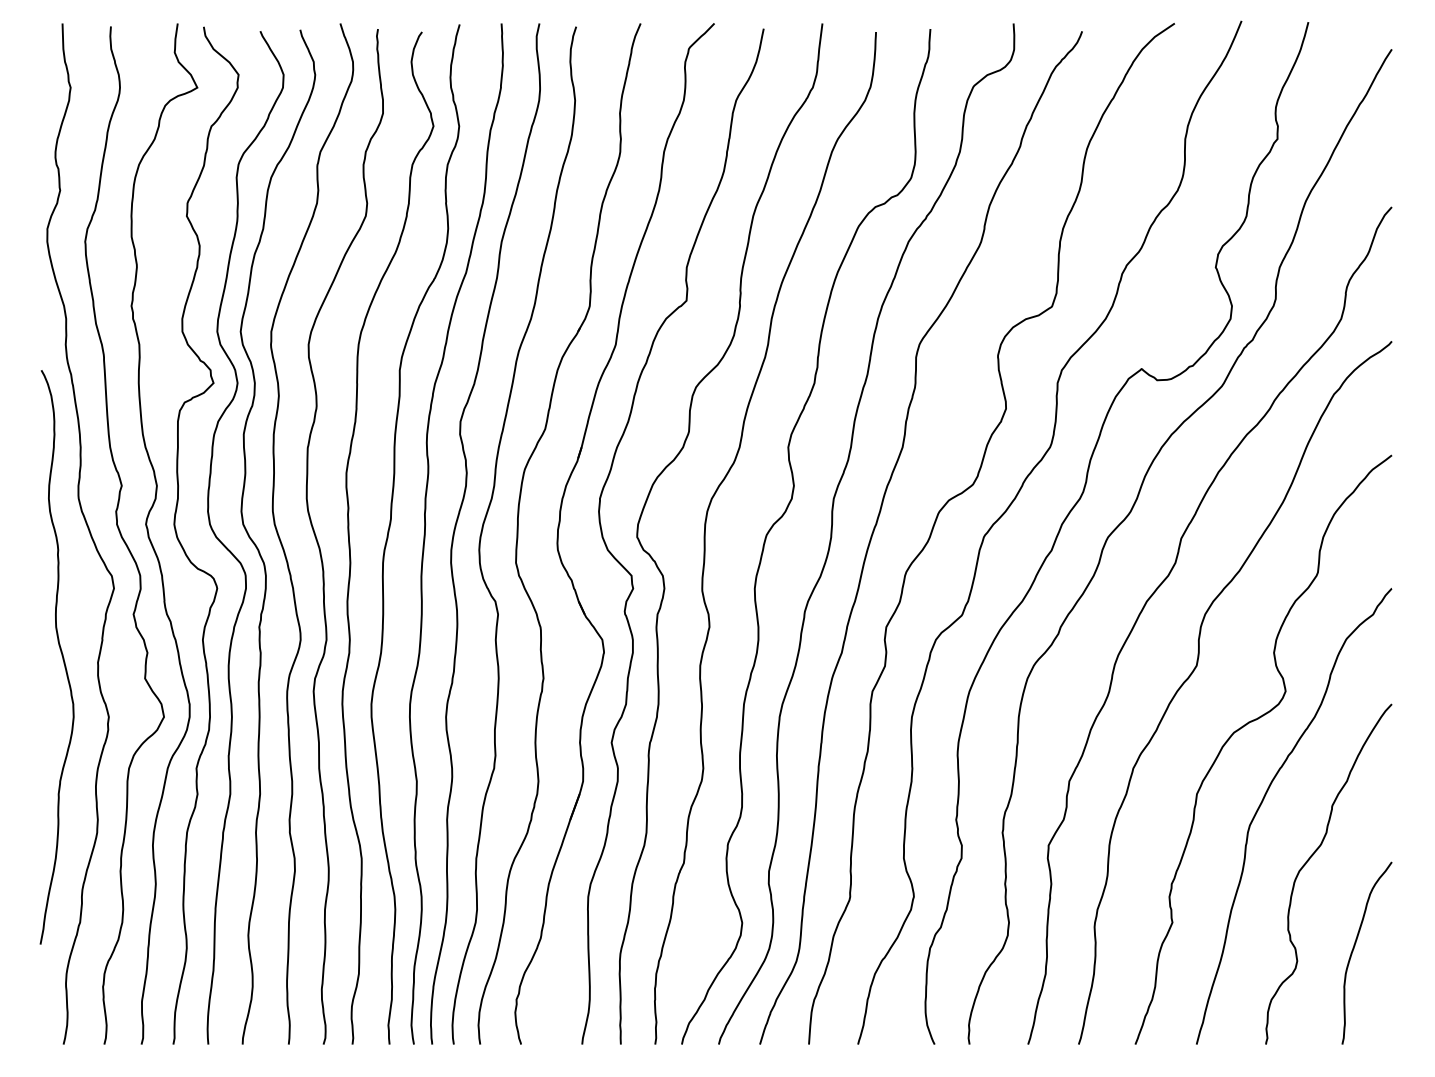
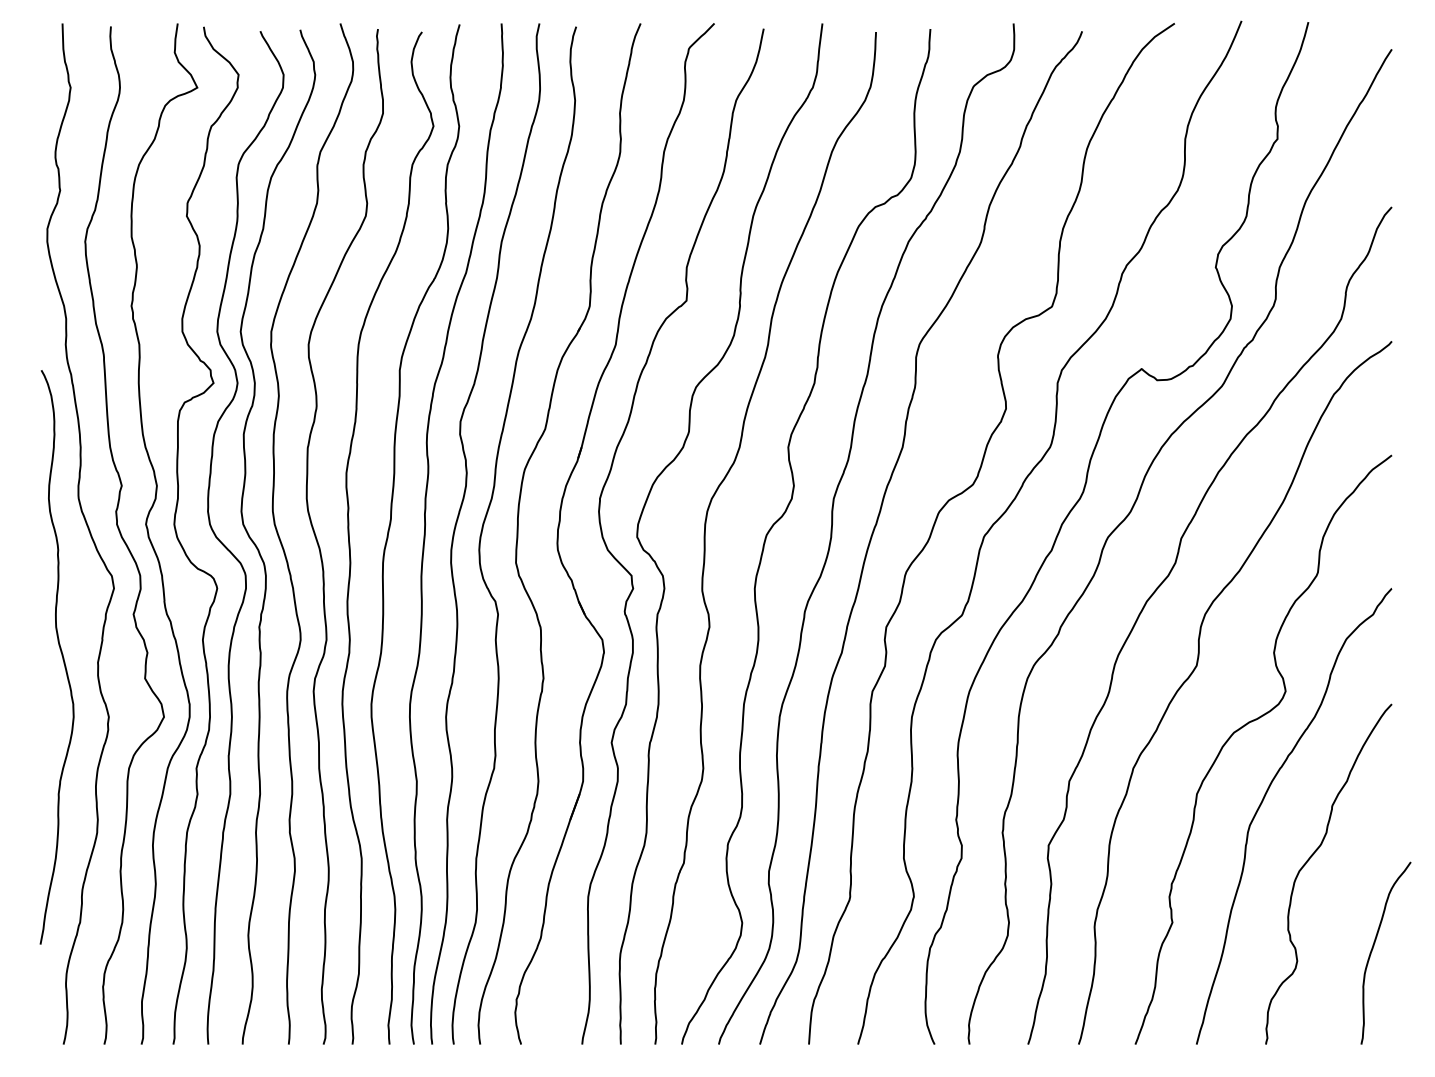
curve at (1354, 949) position: (1354, 949) -> (1373, 949)
